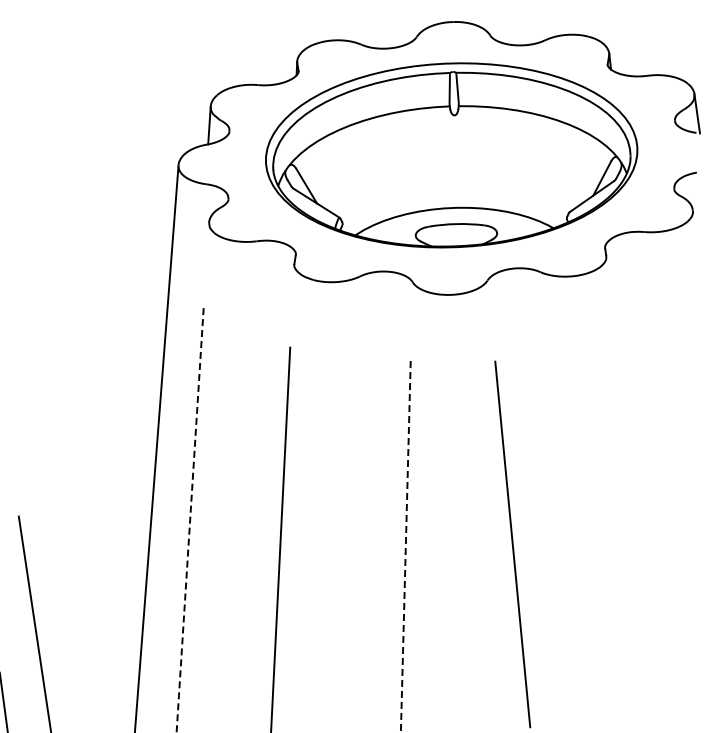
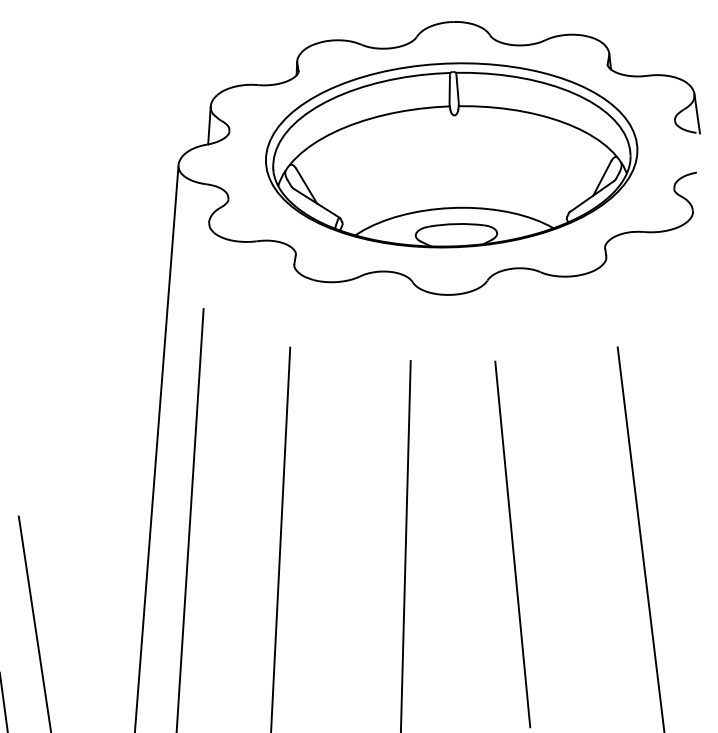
line at (190, 521): dashed -> solid
line at (640, 538): none -> present
line at (405, 546): dashed -> solid
